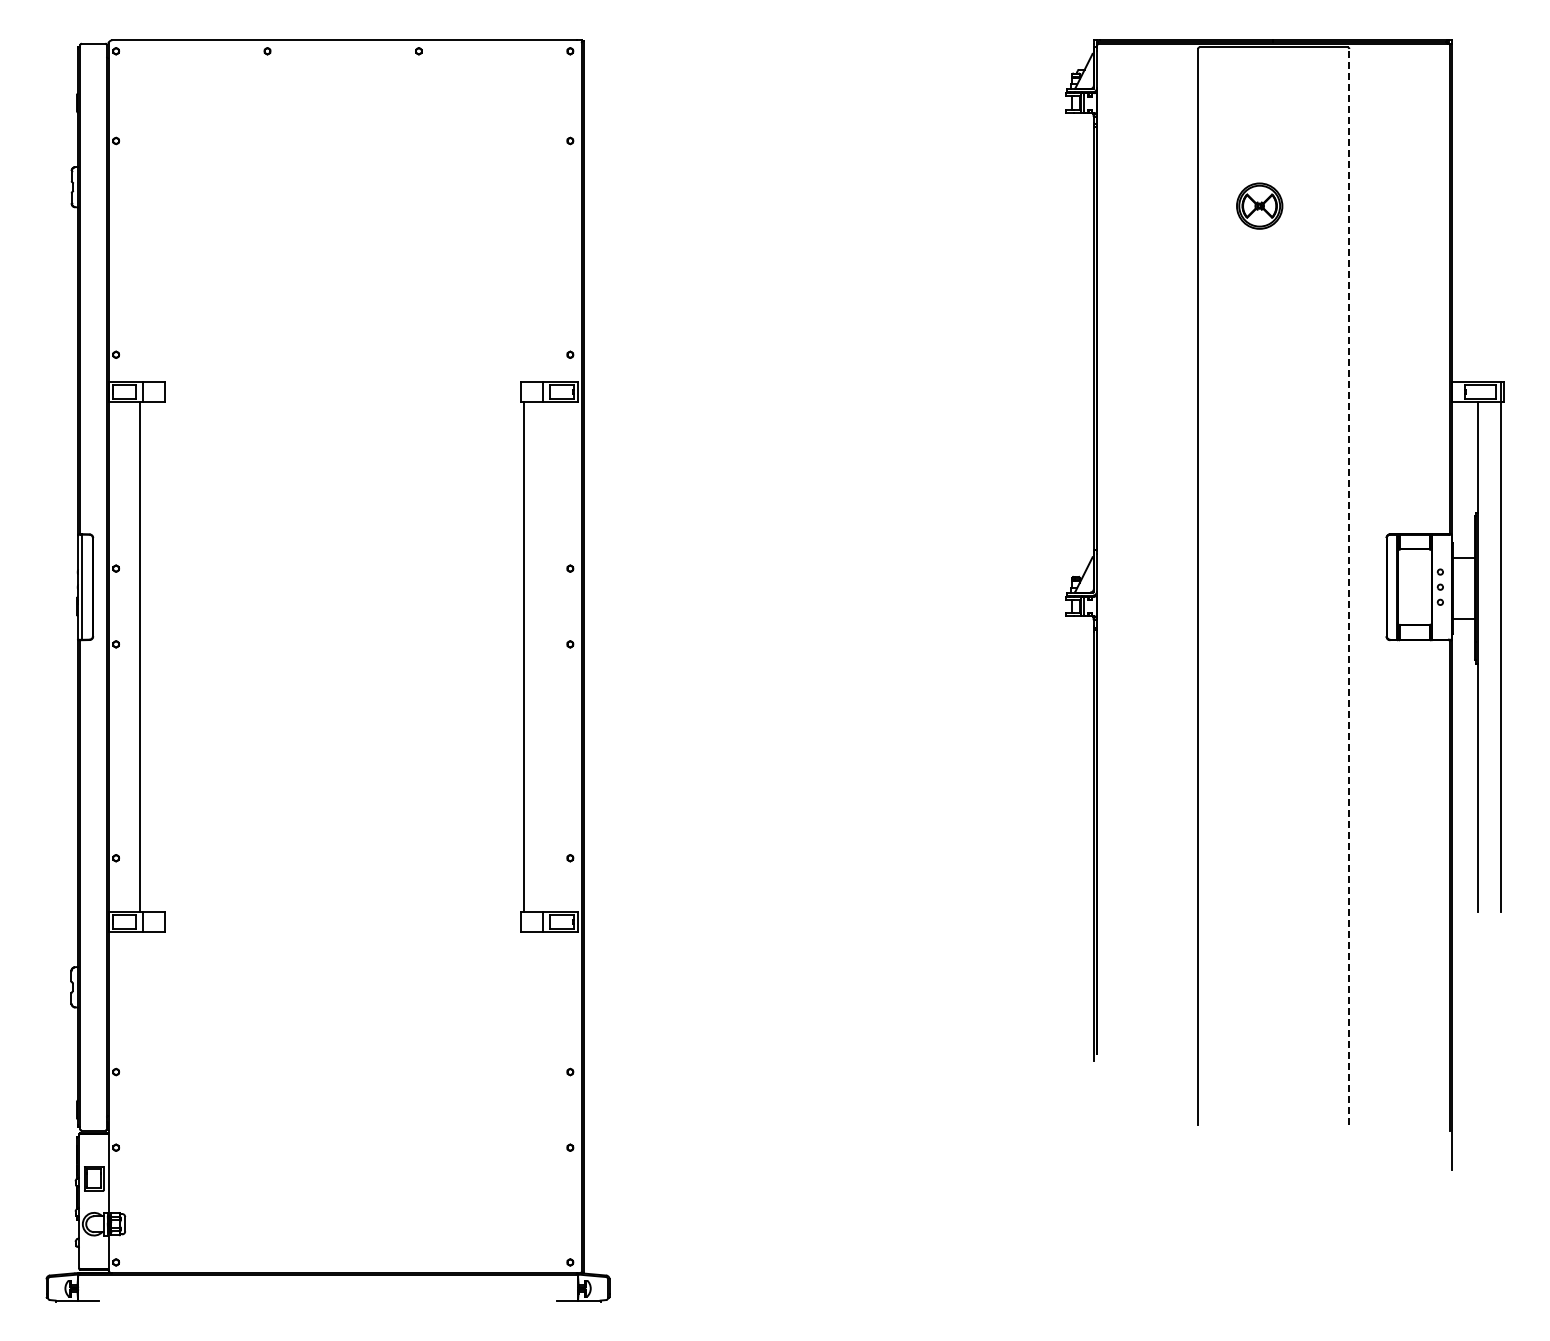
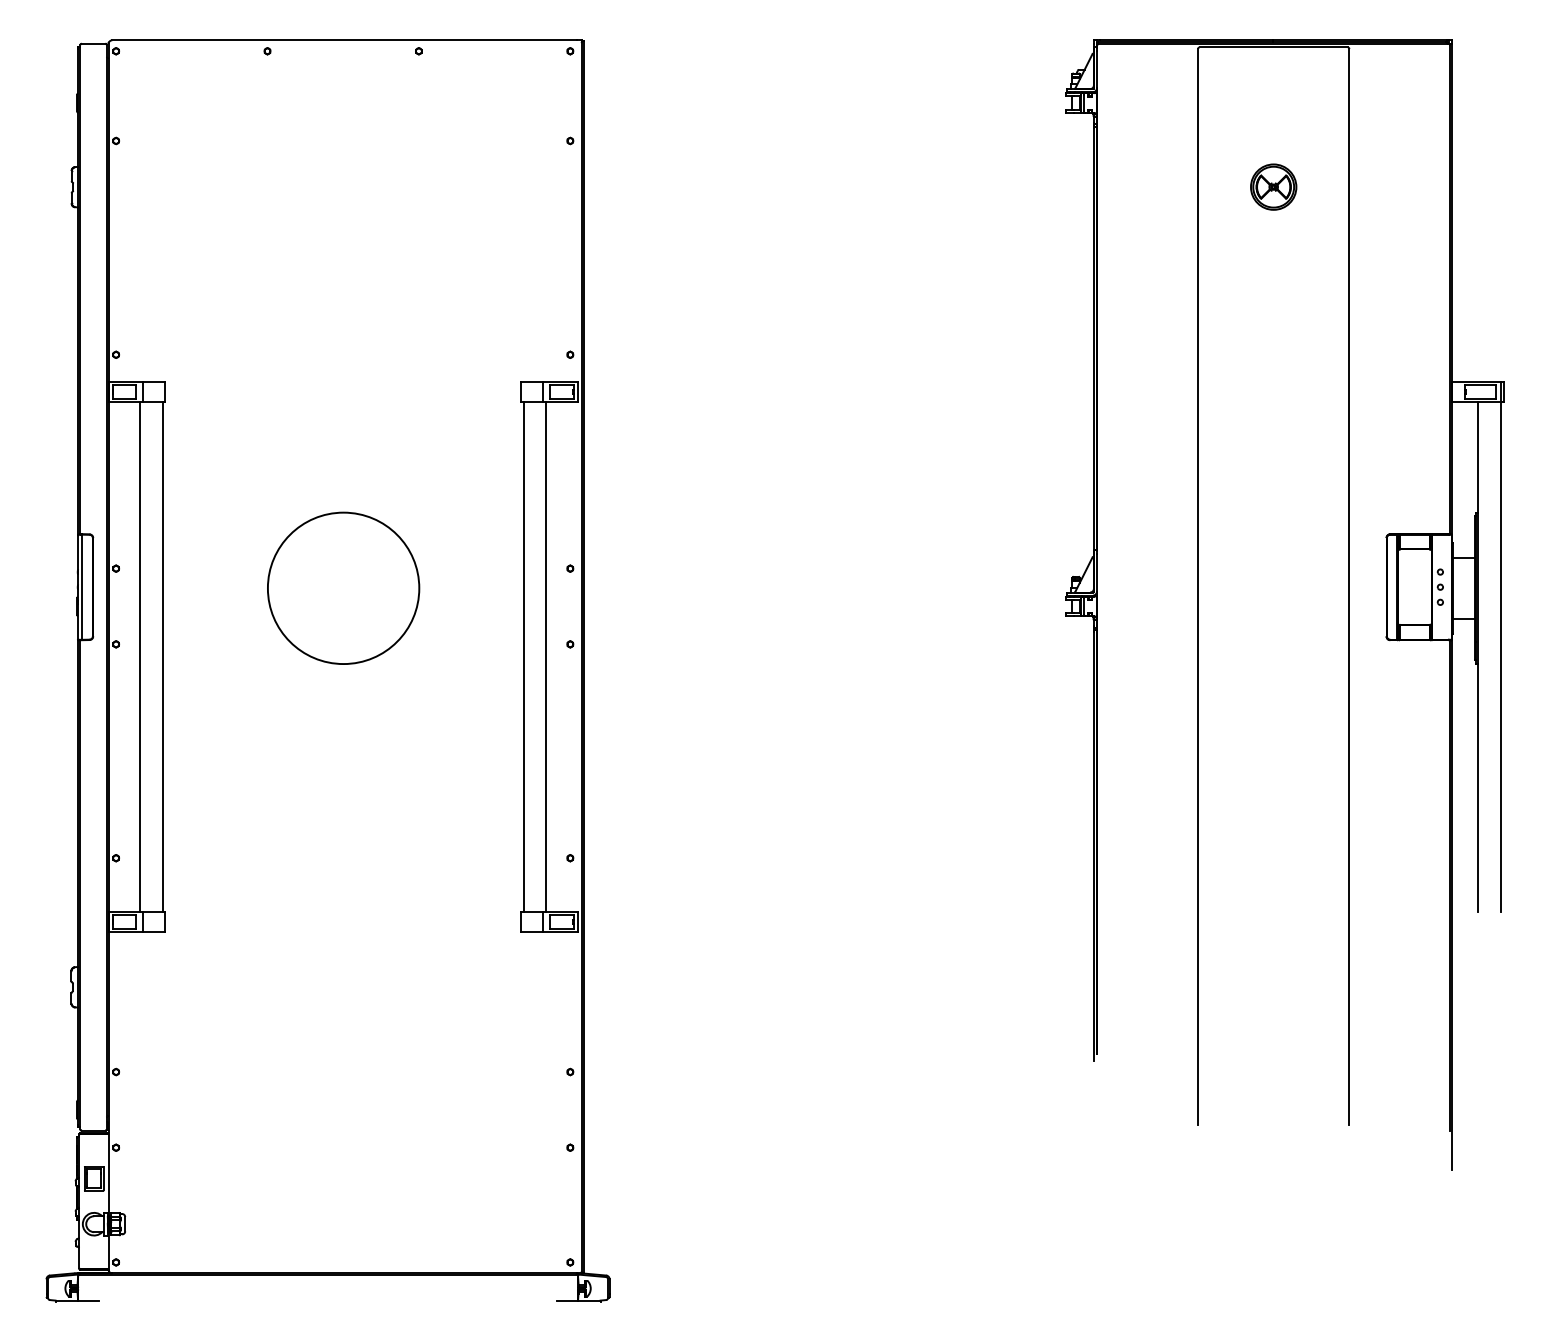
part at (1259, 205) position: (1259, 205) -> (1273, 186)
line at (1349, 586): dashed -> solid
circle at (343, 587): none -> present
line at (162, 656): none -> present
line at (546, 656): none -> present
